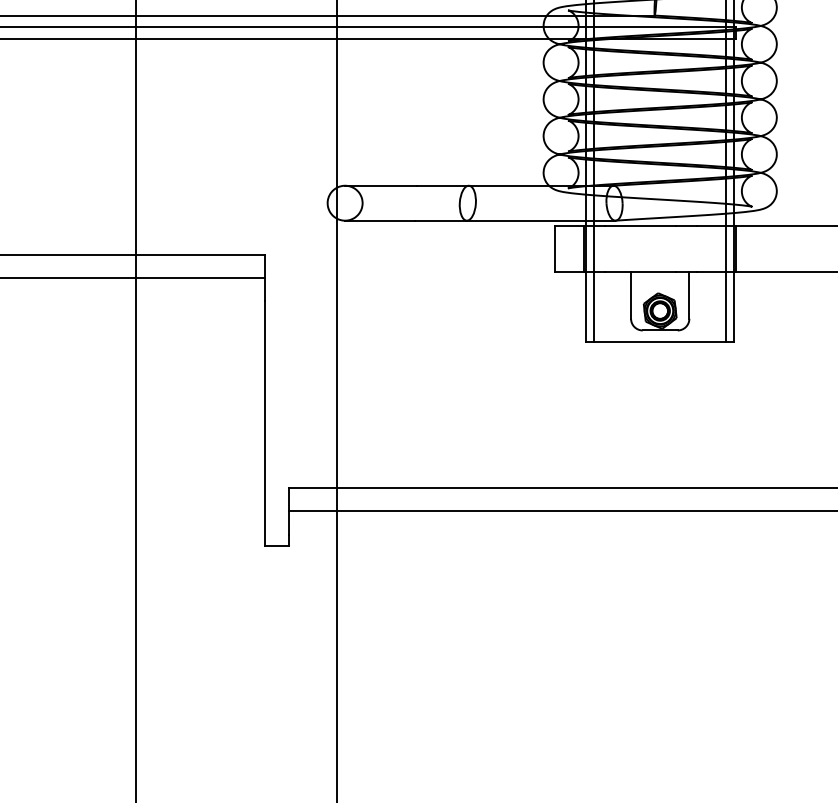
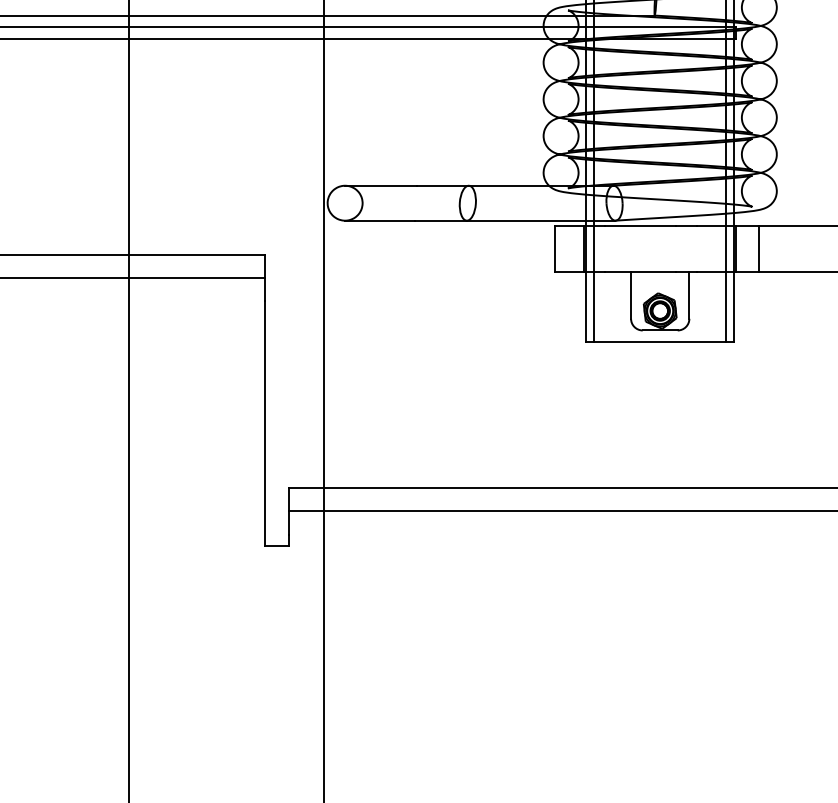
line at (759, 248): none -> present
line at (136, 400) position: (136, 400) -> (129, 400)
line at (336, 400) position: (336, 400) -> (323, 400)
